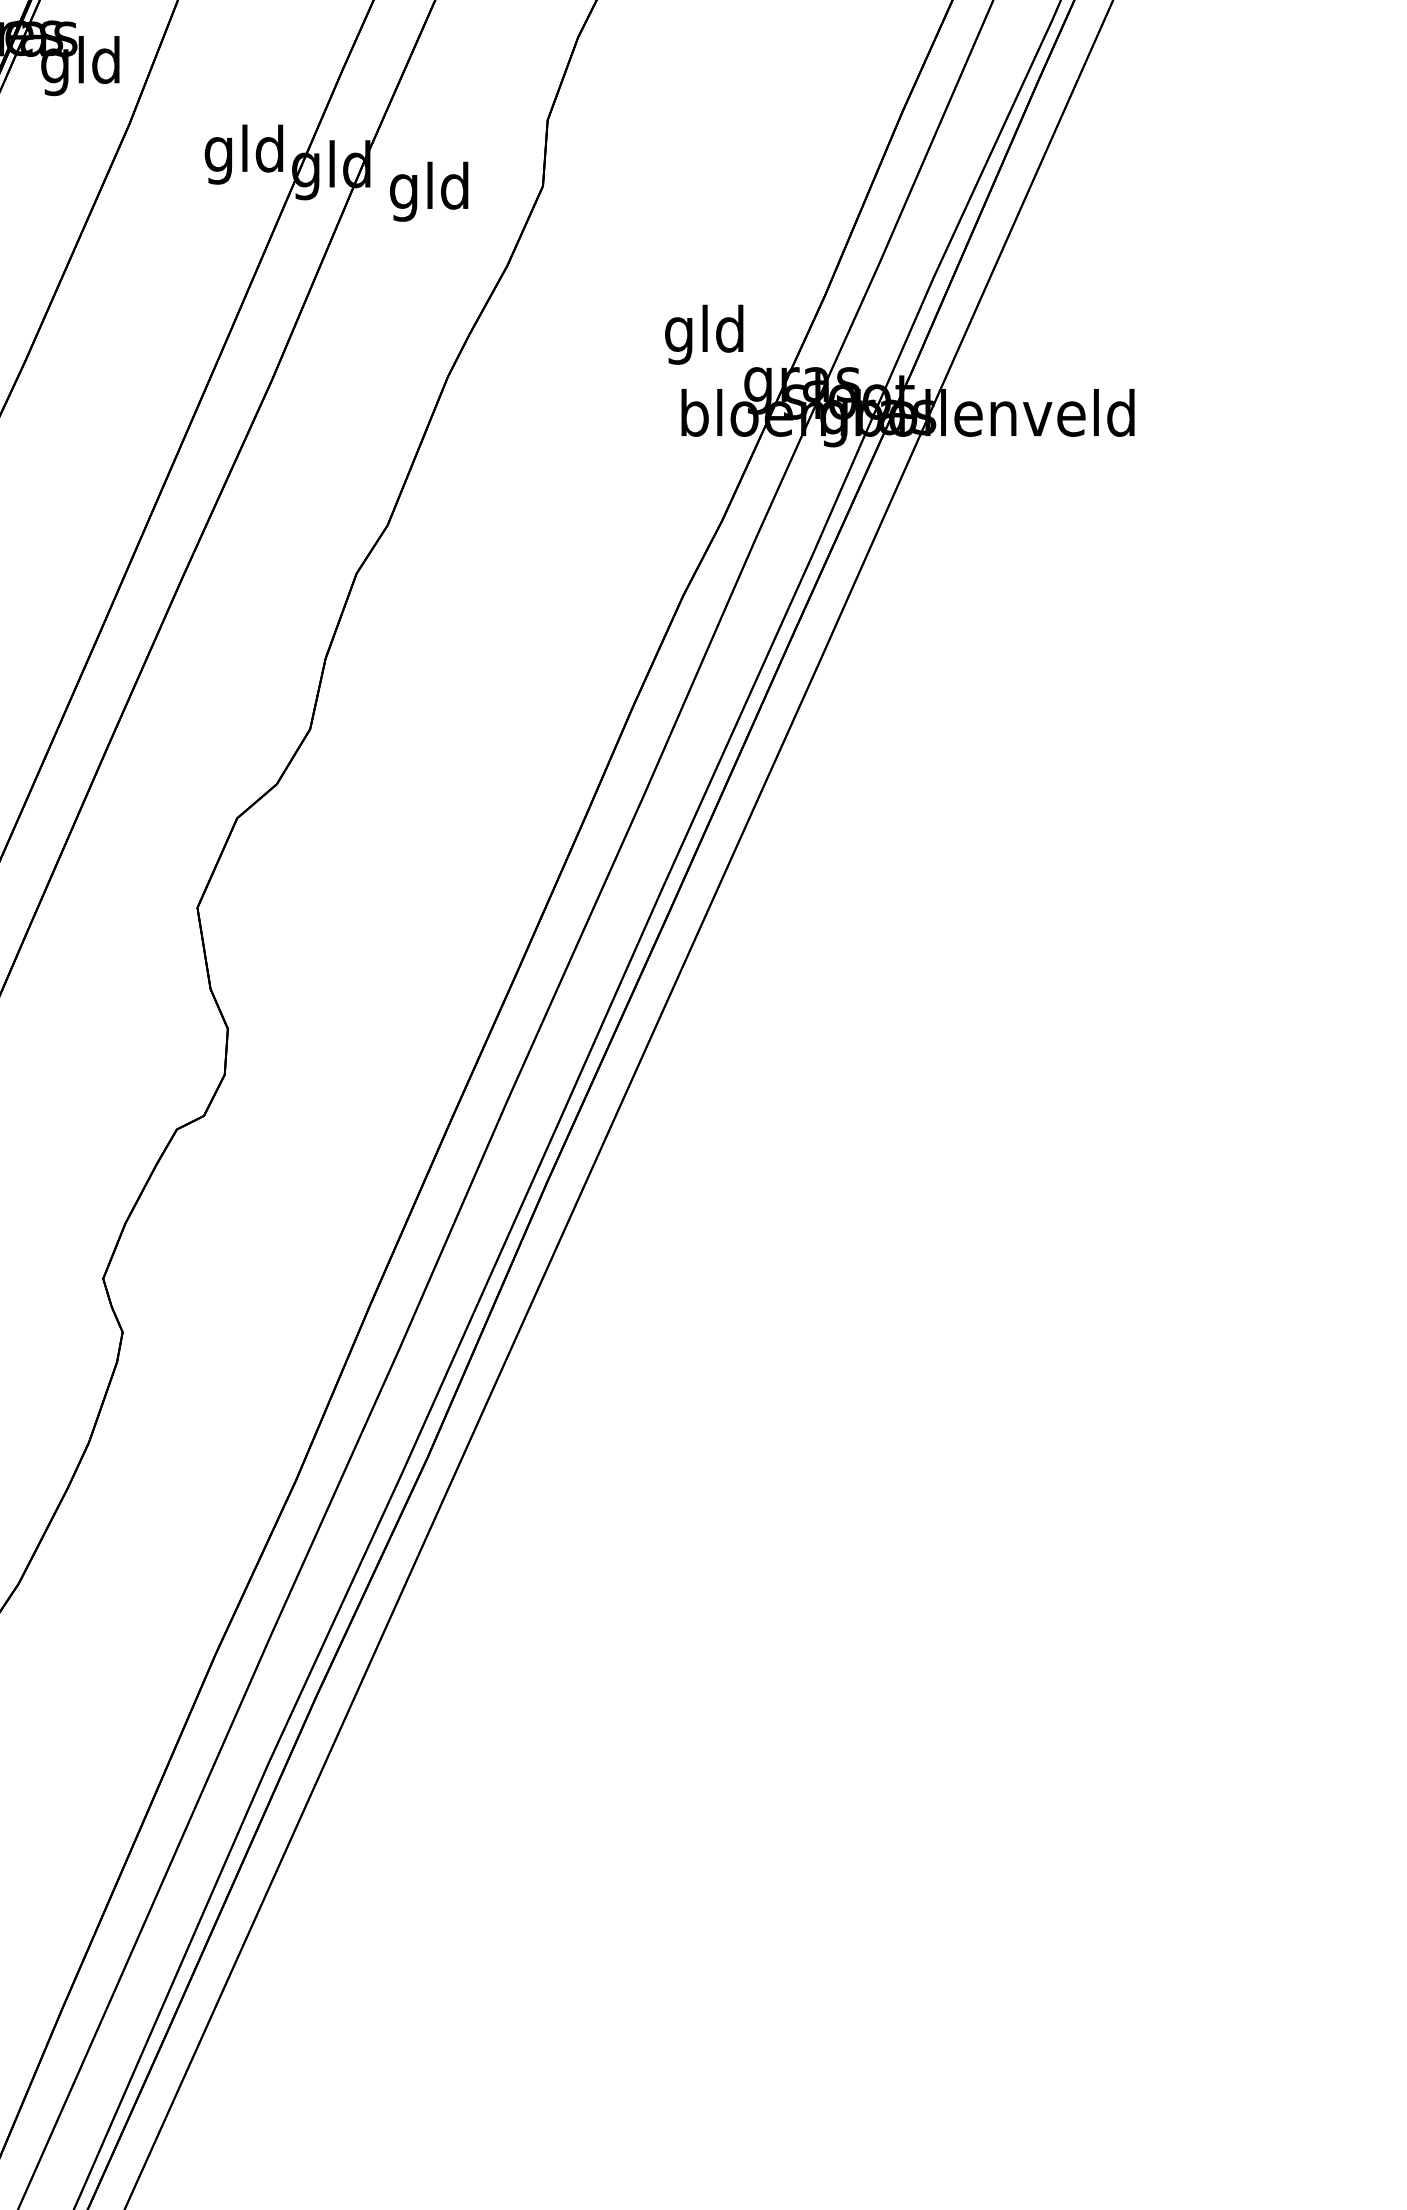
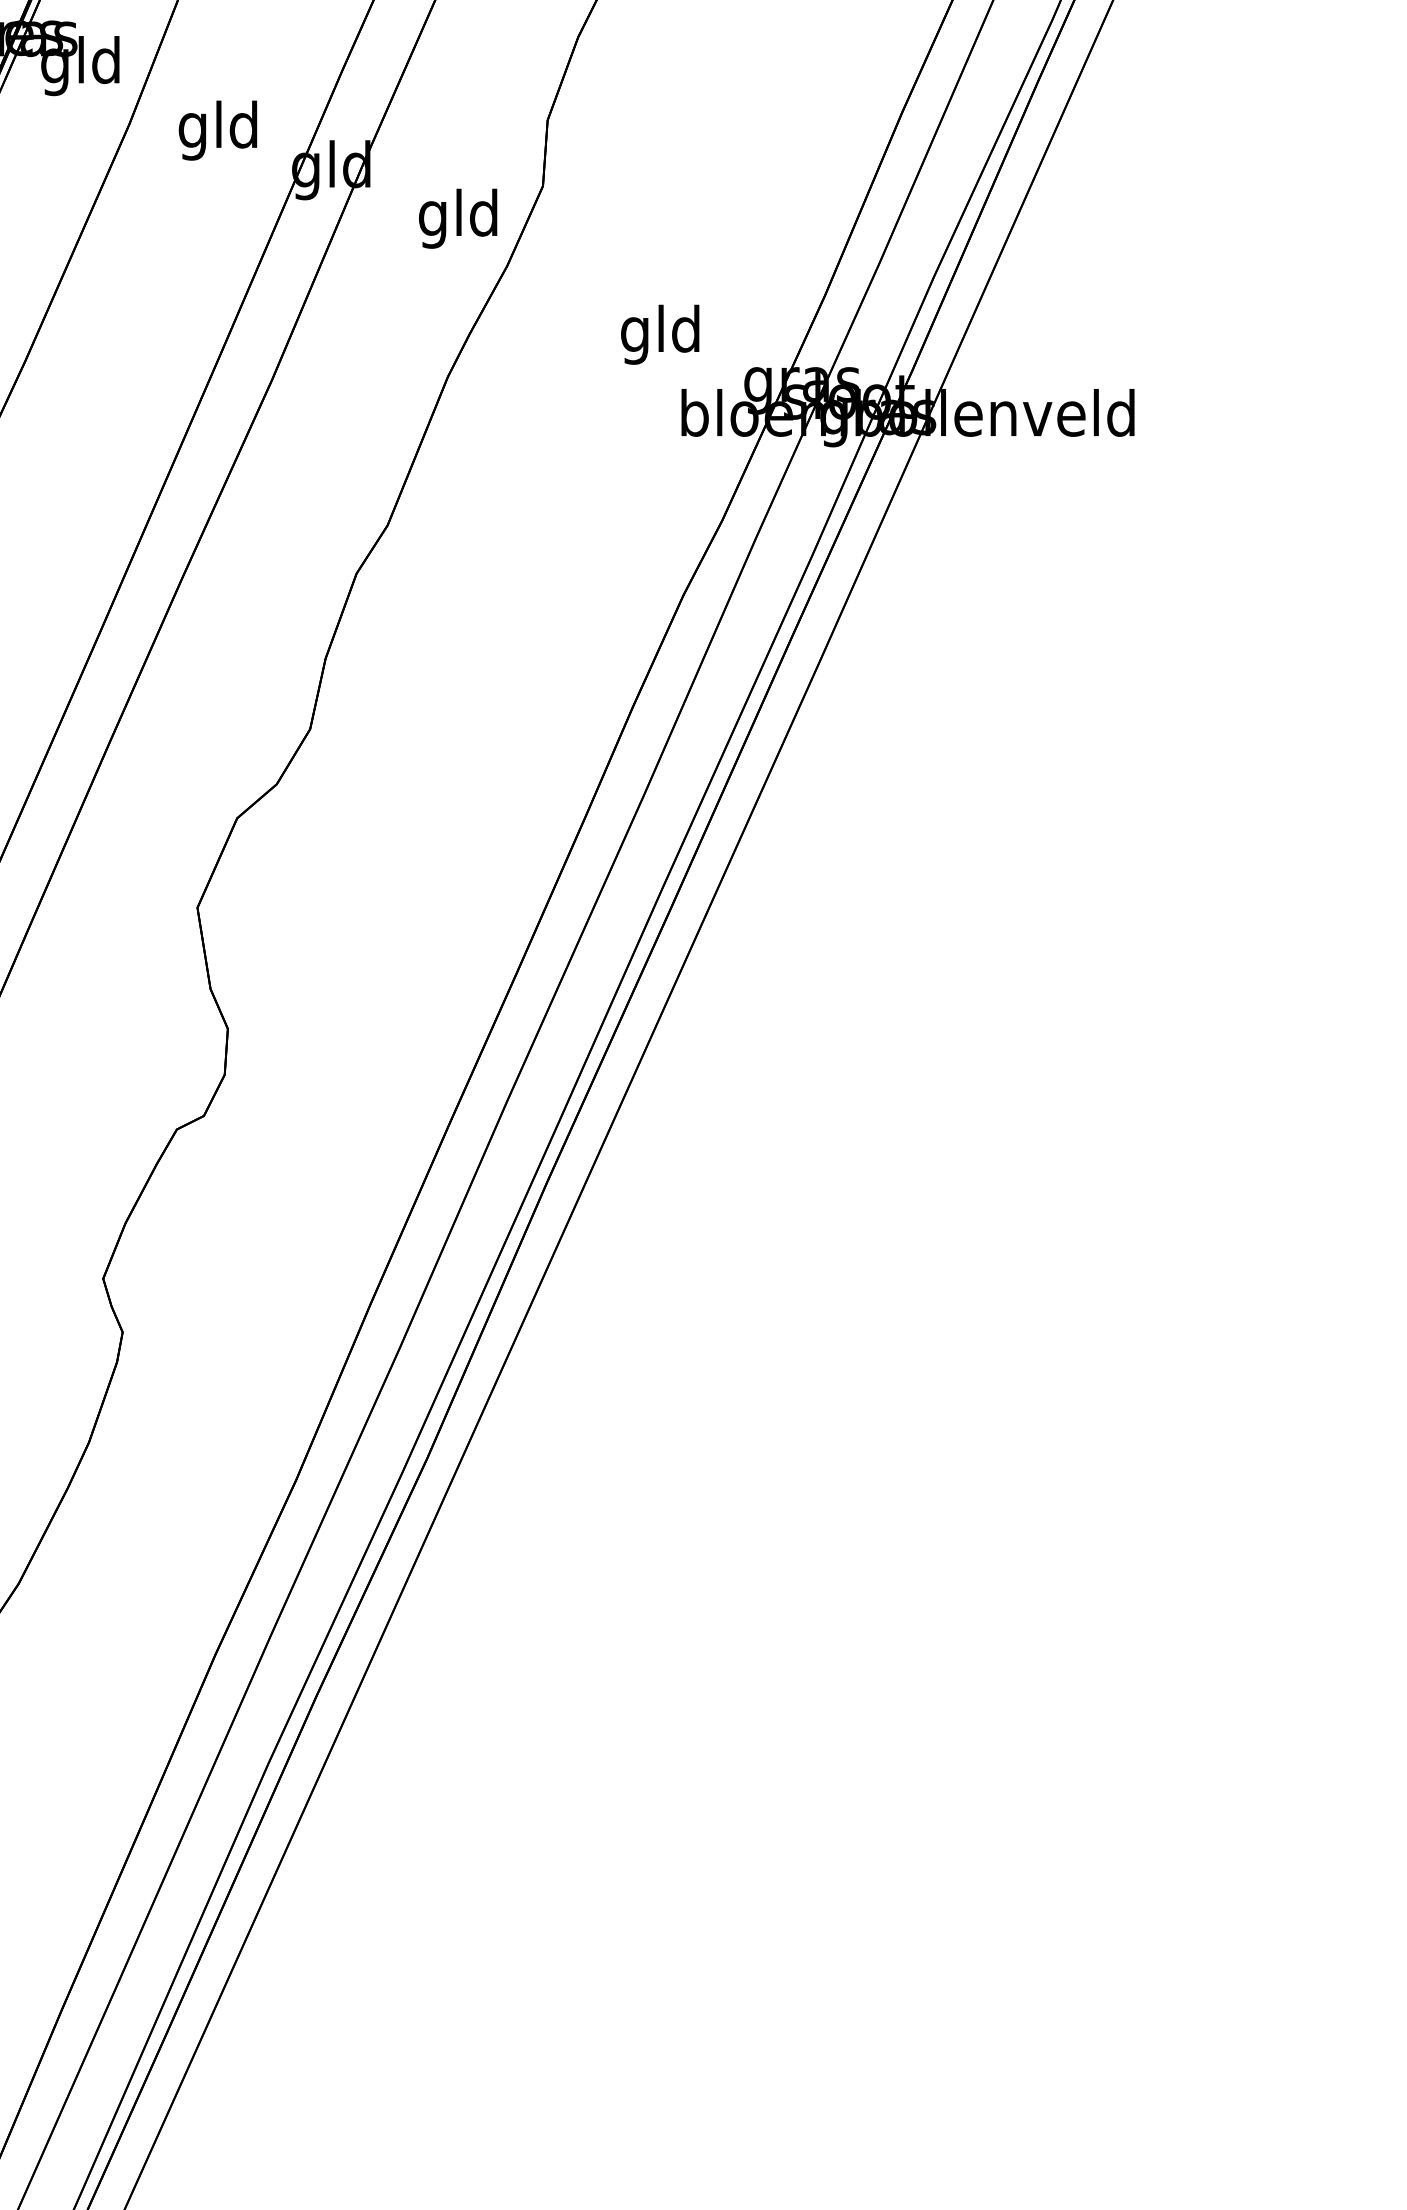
text at (243, 154) position: (243, 154) -> (217, 130)
text at (429, 191) position: (429, 191) -> (458, 218)
text at (704, 334) position: (704, 334) -> (660, 334)
